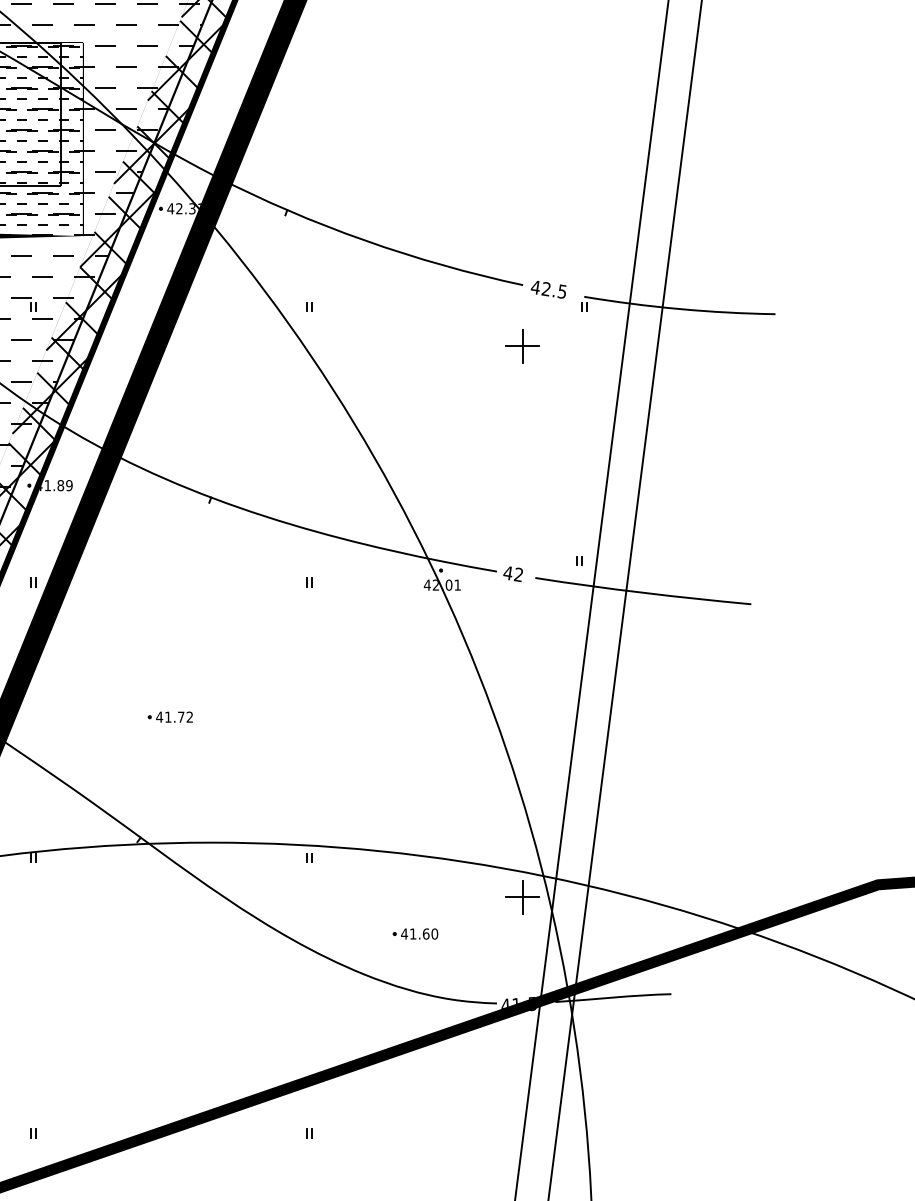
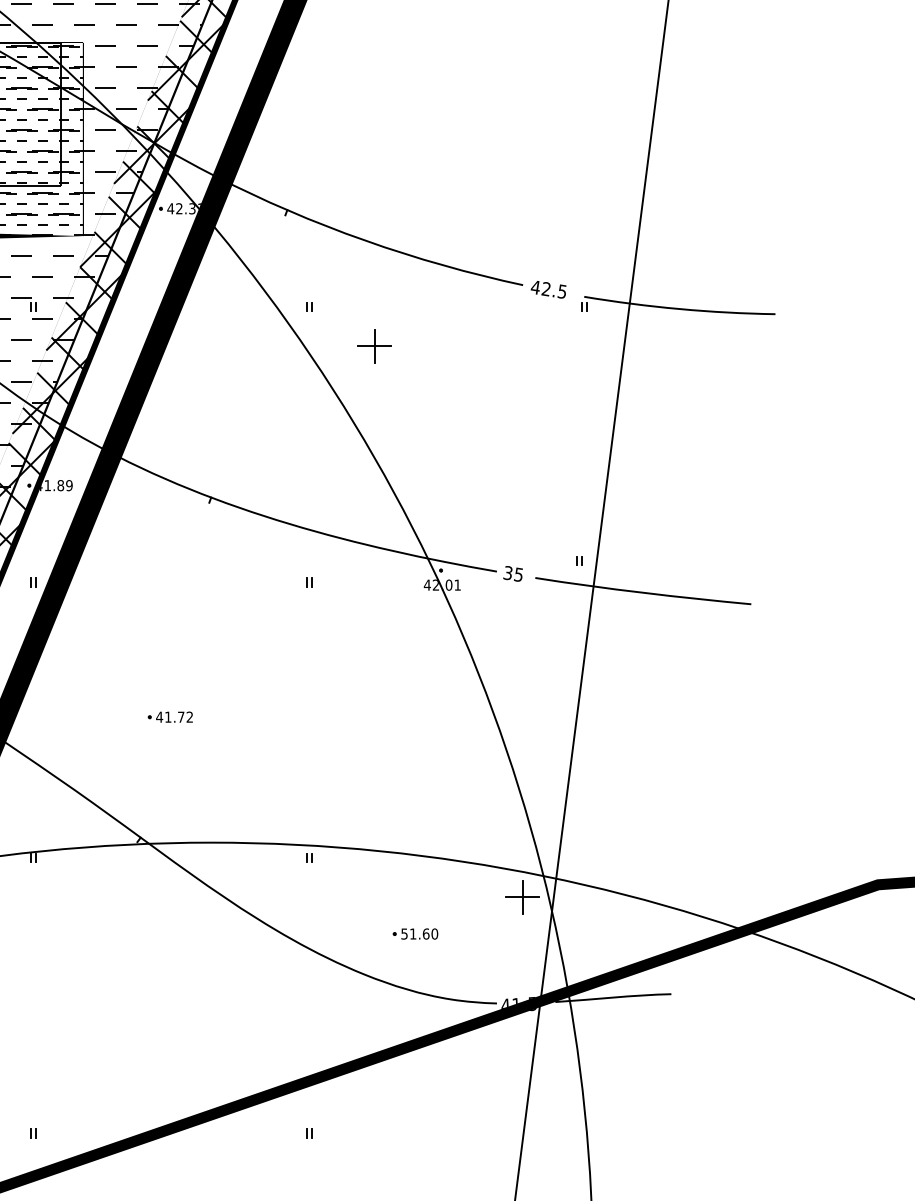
part at (522, 346) position: (522, 346) -> (374, 346)
text at (512, 574): 42 -> 35
line at (624, 599): present -> none
text at (404, 933): 41.60 -> 51.60
